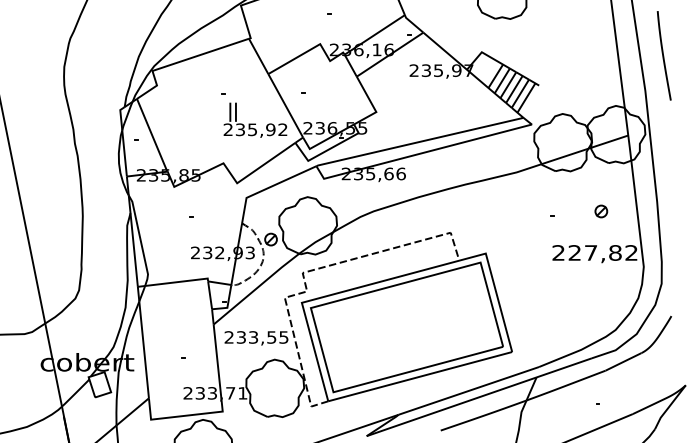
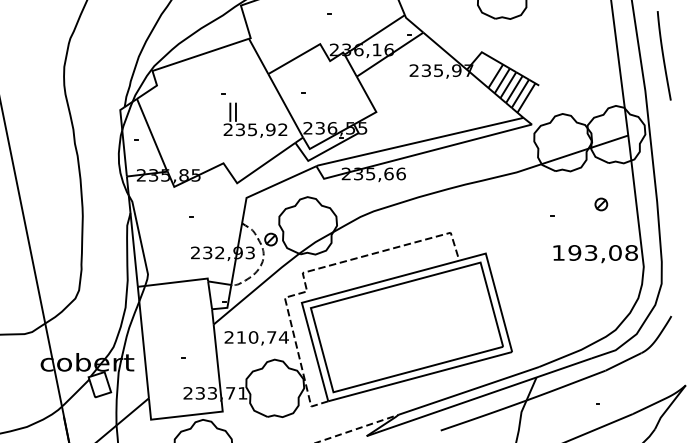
part at (601, 211) position: (601, 211) -> (601, 204)
text at (594, 252): 227,82 -> 193,08
text at (262, 337): 233,55 -> 210,74
line at (357, 428): solid -> dashed
